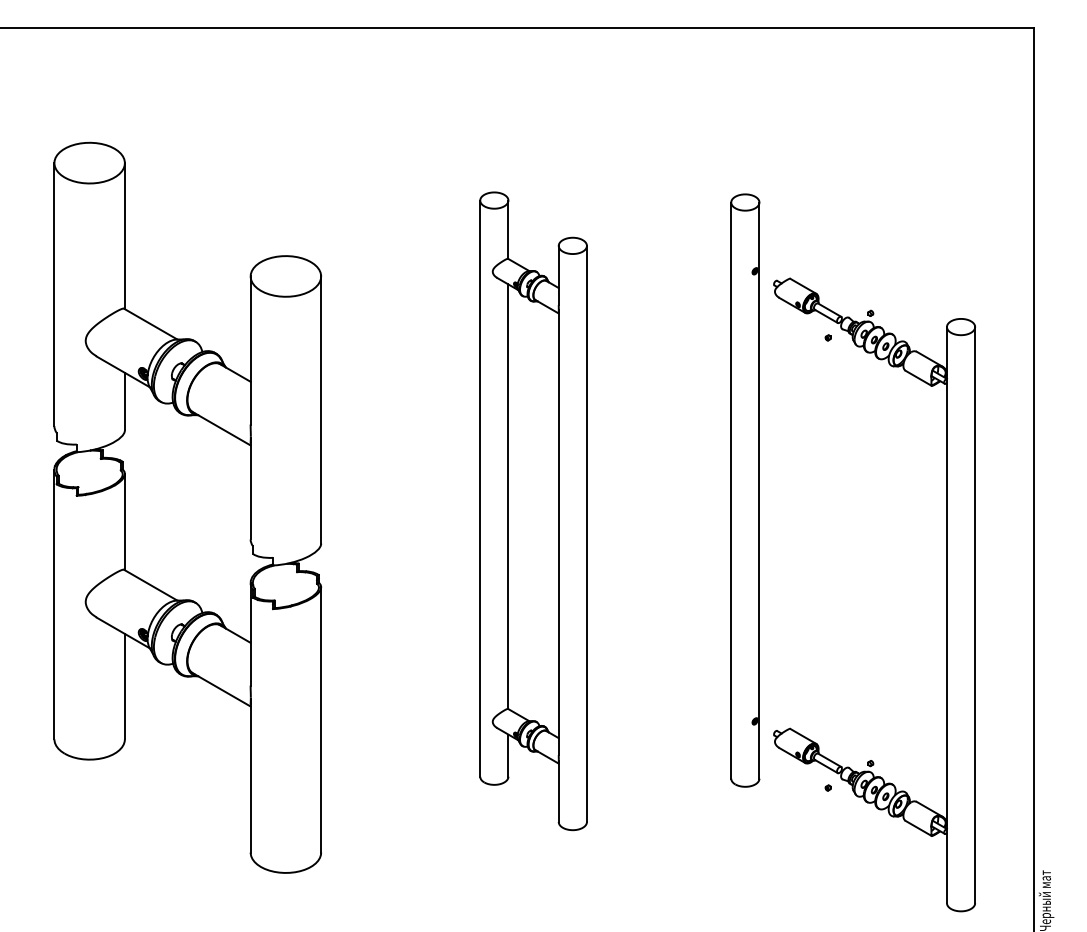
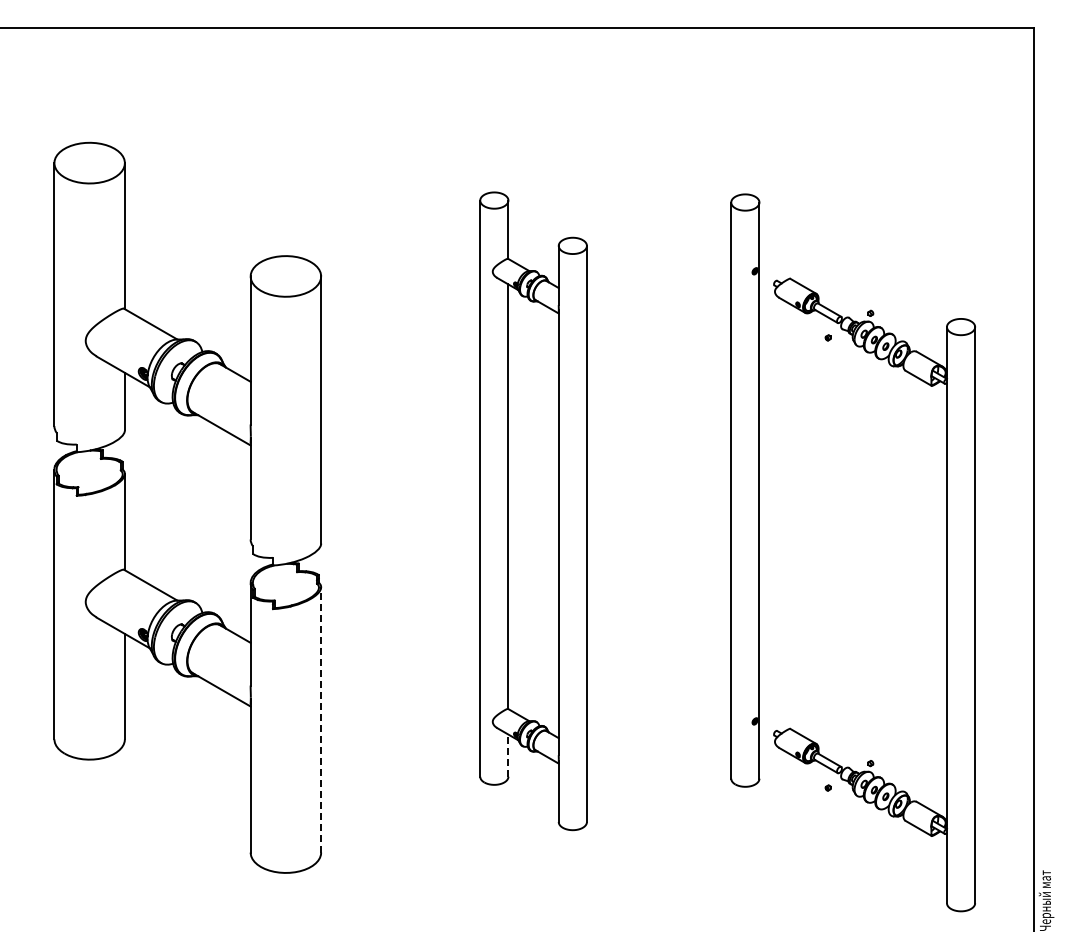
line at (321, 719): solid -> dashed
line at (508, 755): solid -> dashed
